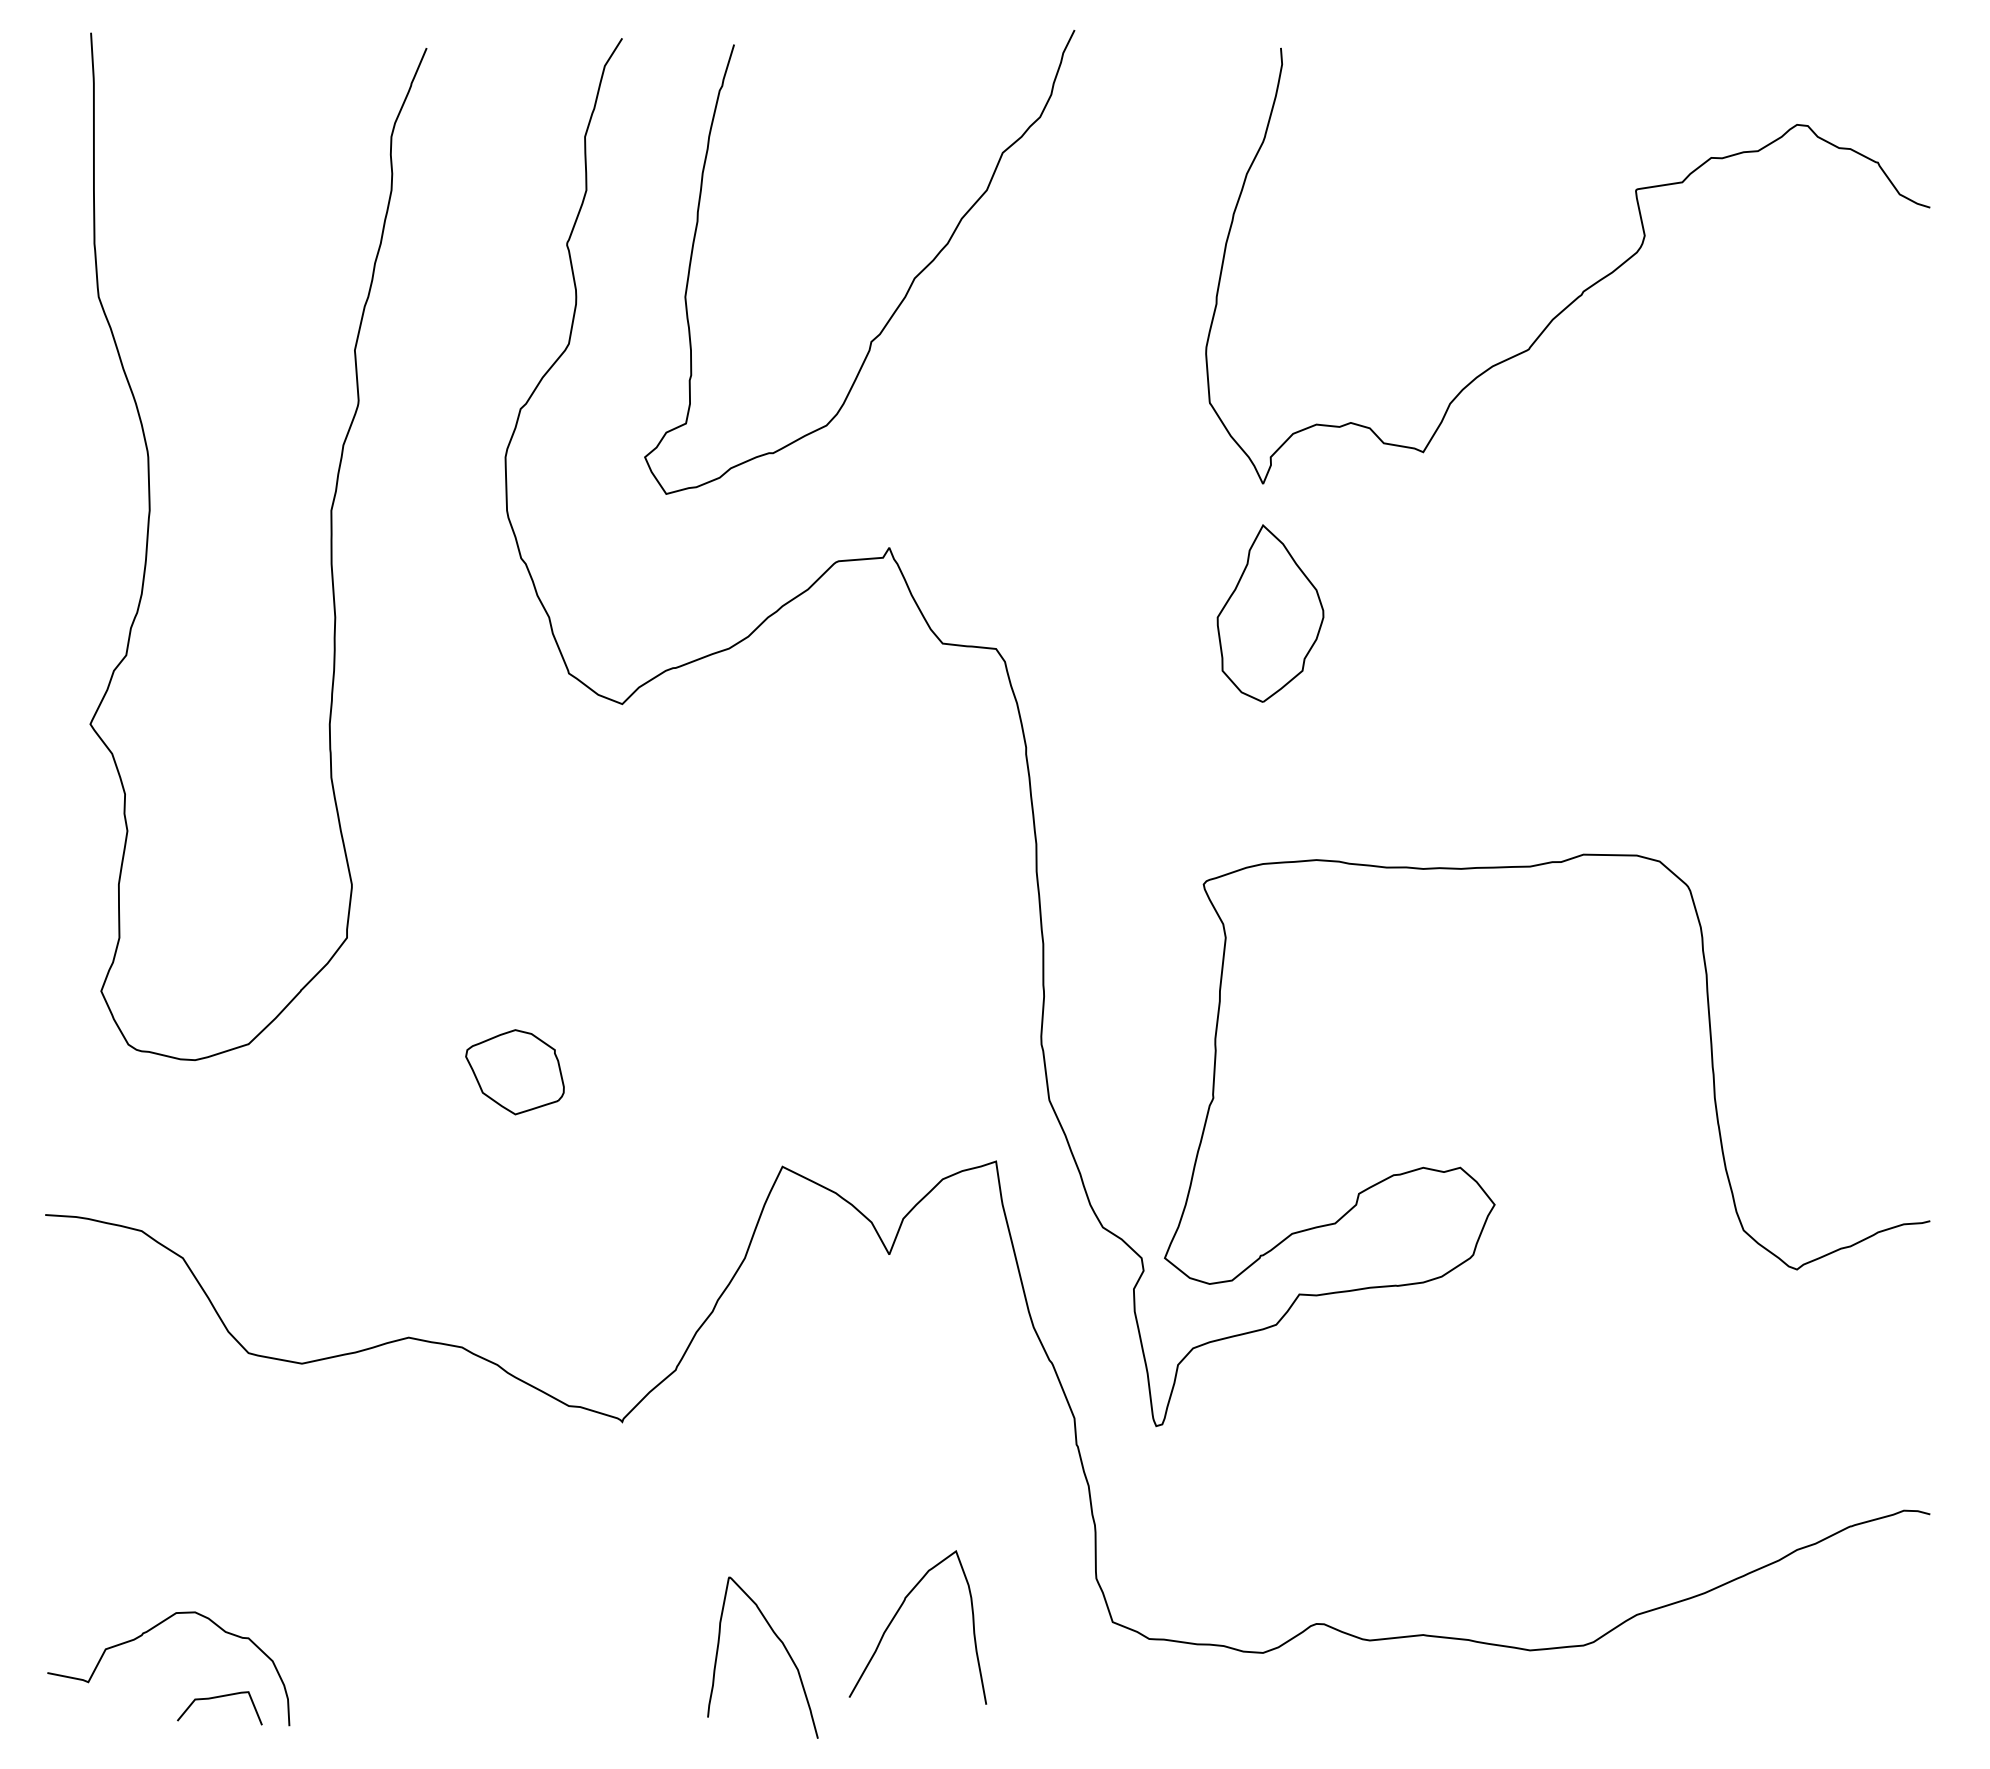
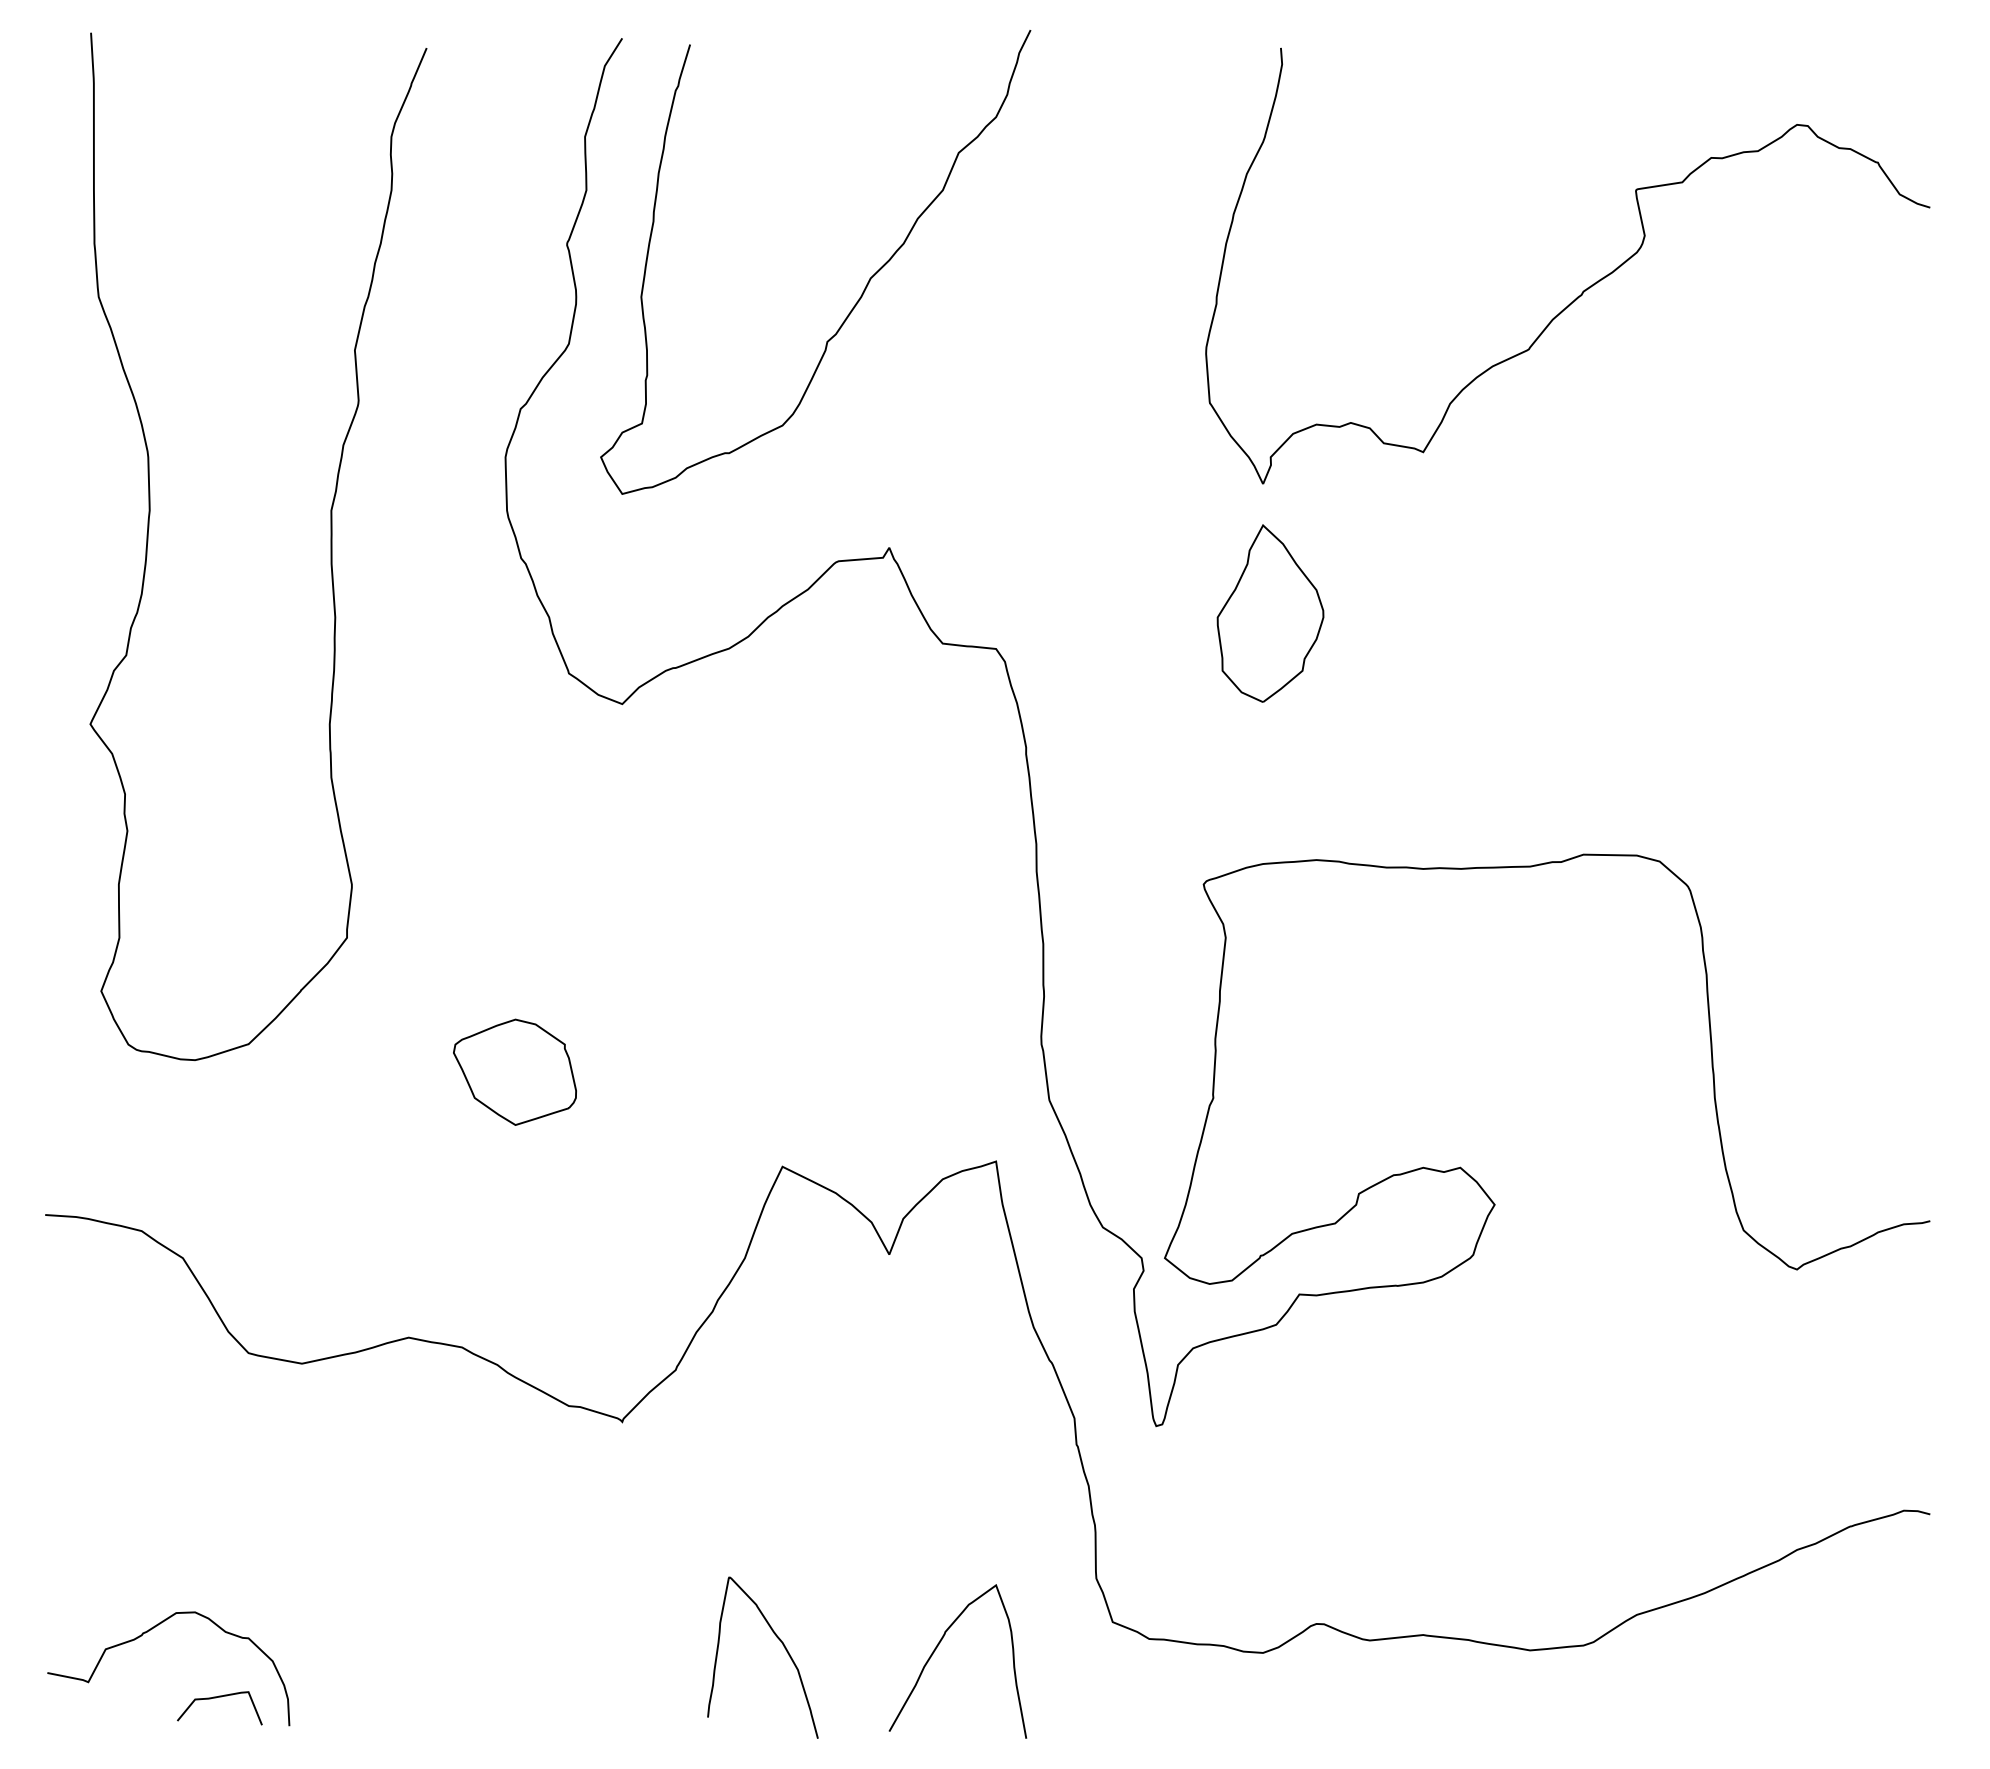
curve at (909, 286) position: (909, 286) -> (865, 286)
part at (514, 1072) size: 100x87 px -> 124x108 px
curve at (896, 1615) position: (896, 1615) -> (936, 1649)
